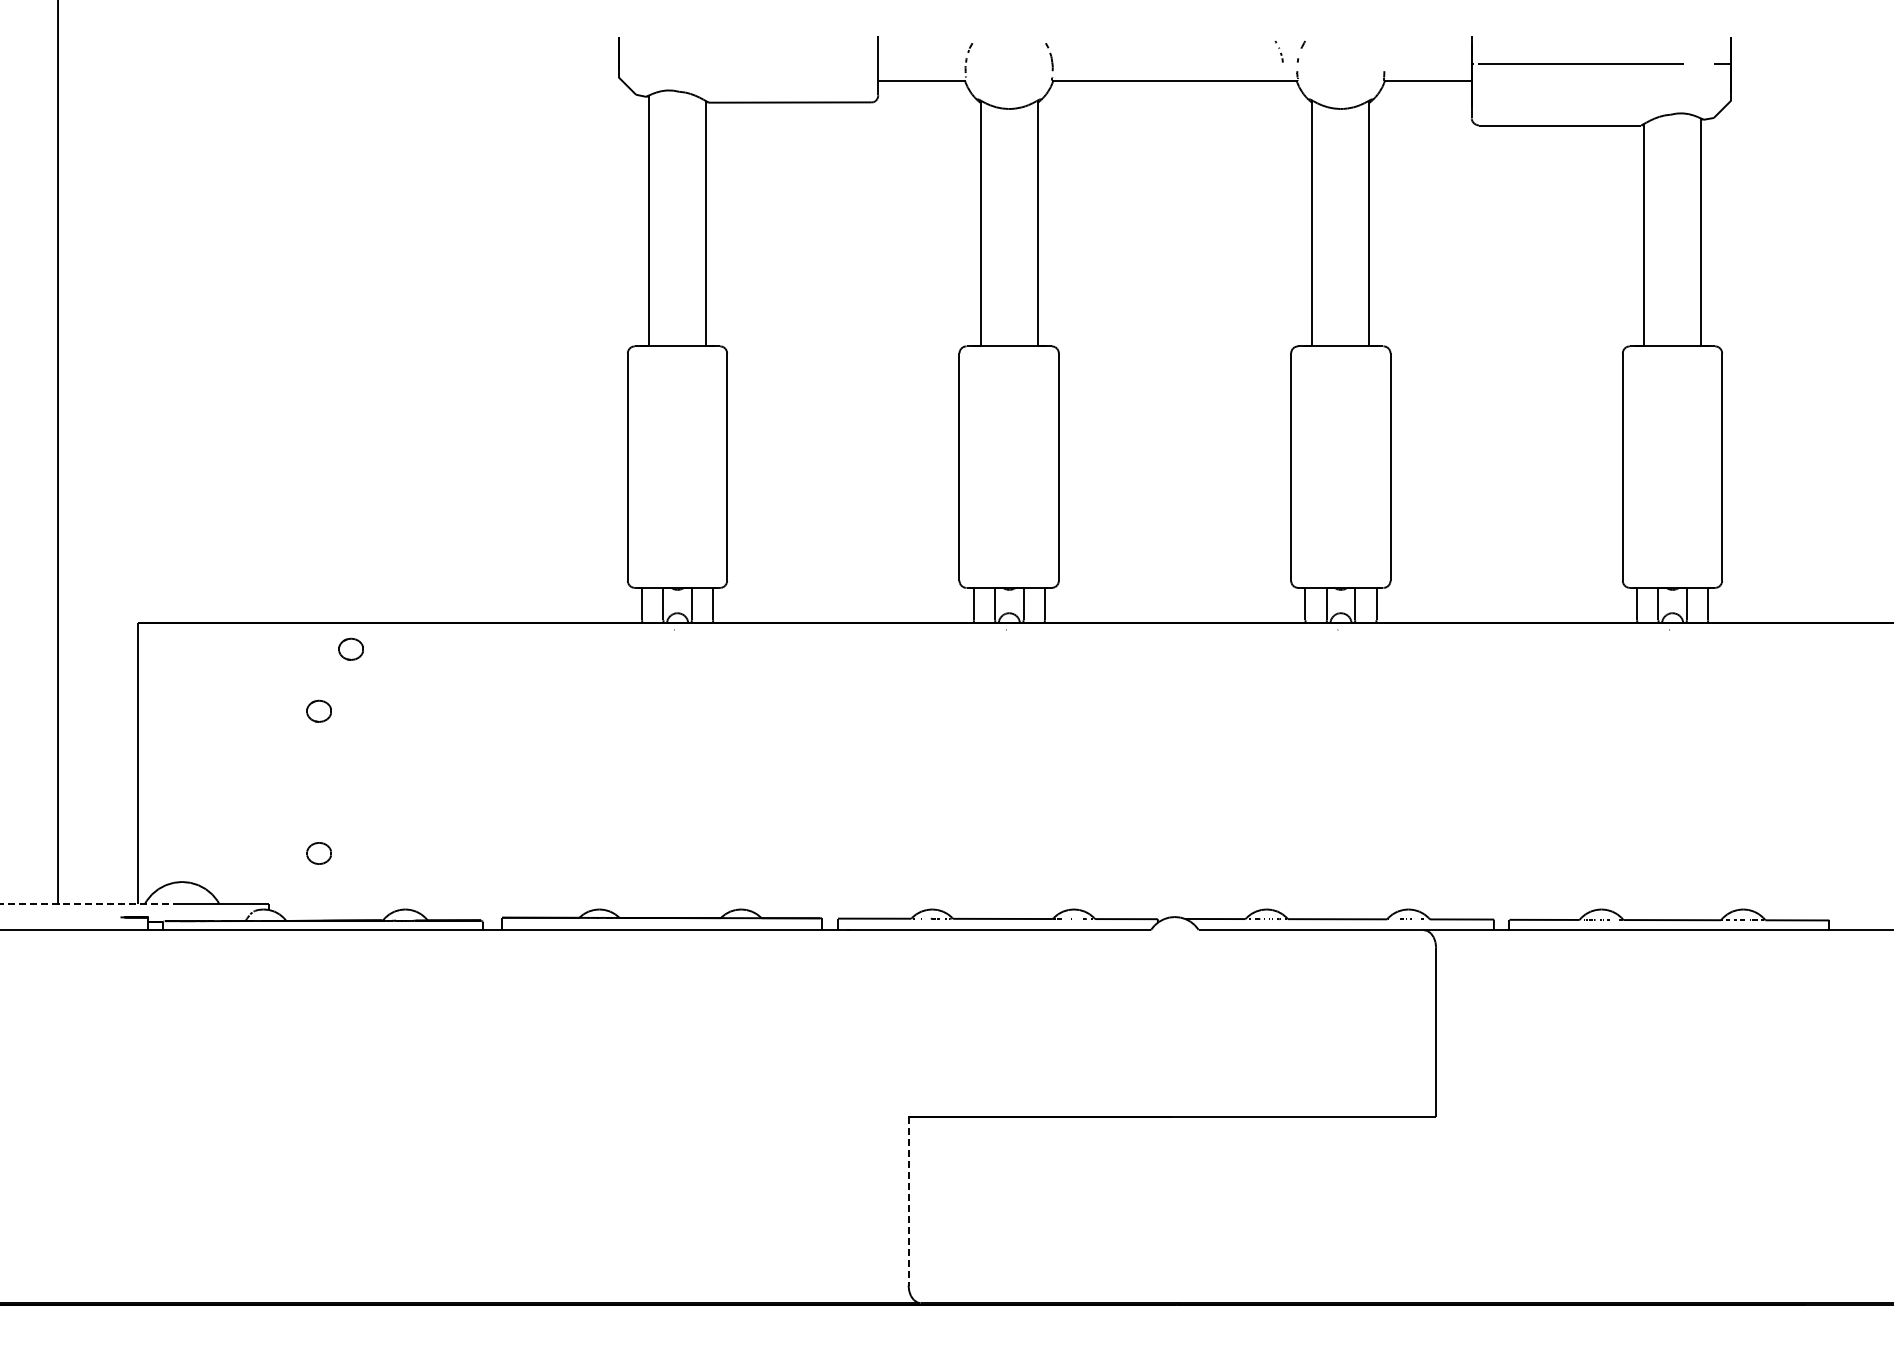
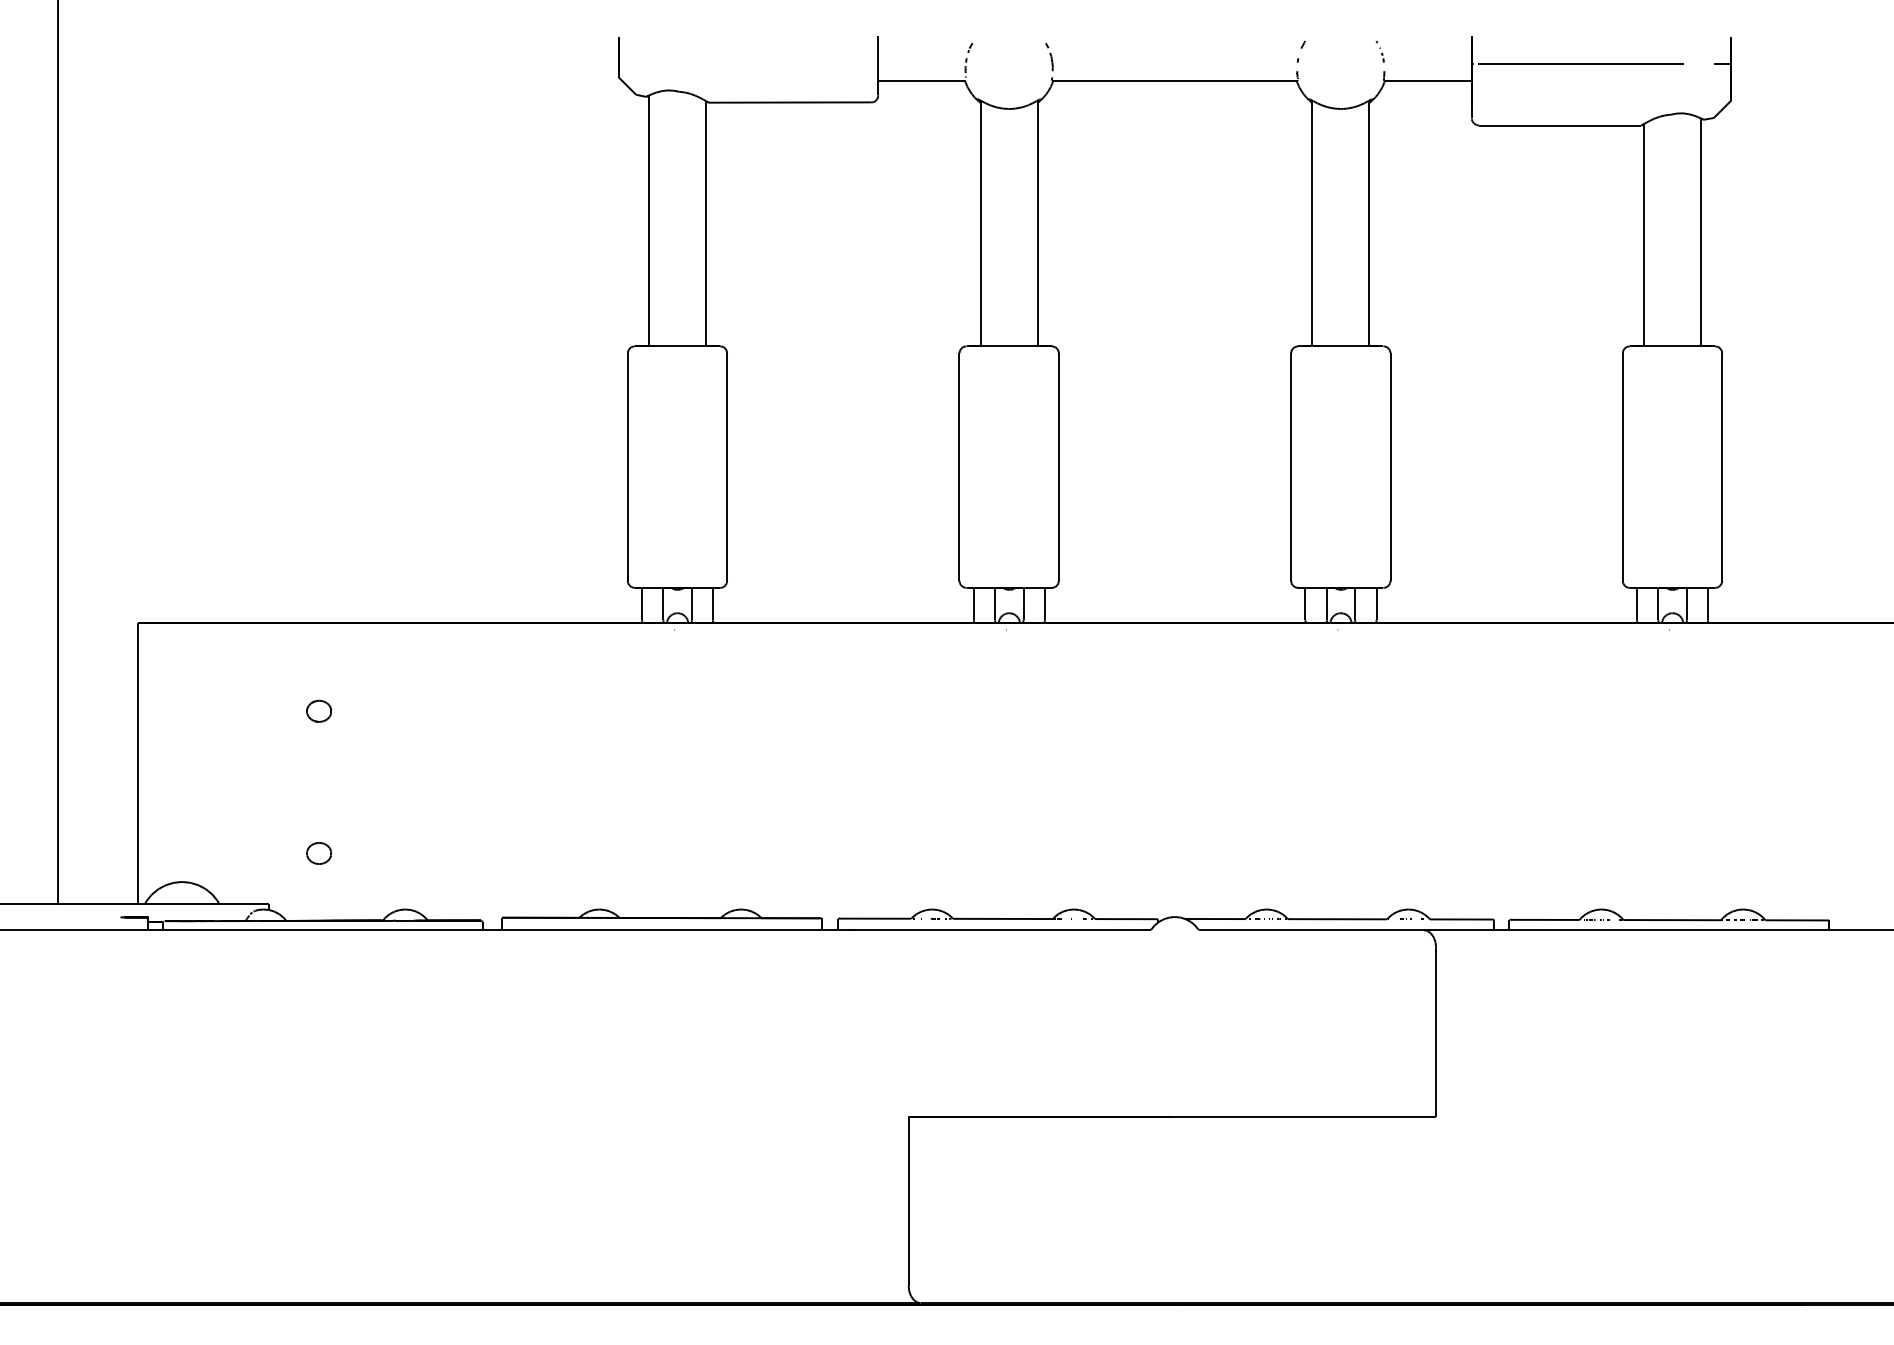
part at (1278, 51) position: (1278, 51) -> (1379, 51)
part at (350, 648): present -> none
line at (90, 904): dashed -> solid
line at (908, 1201): dashed -> solid
